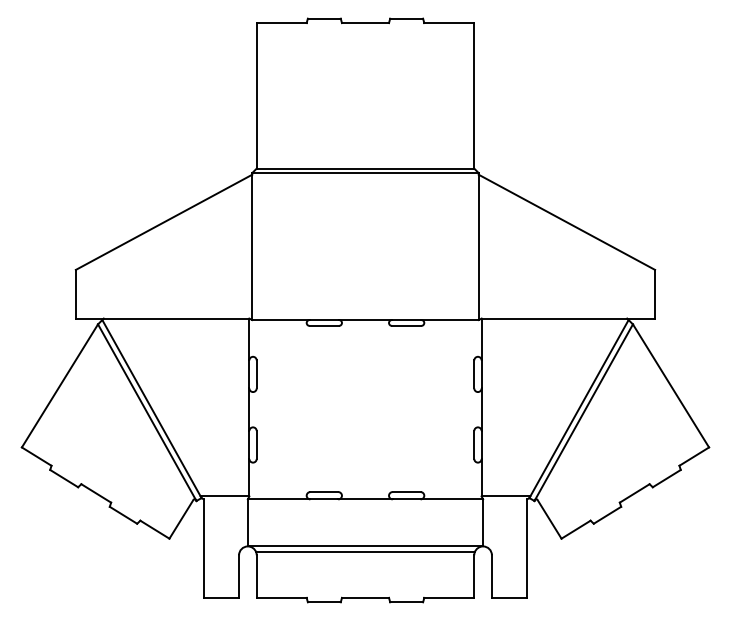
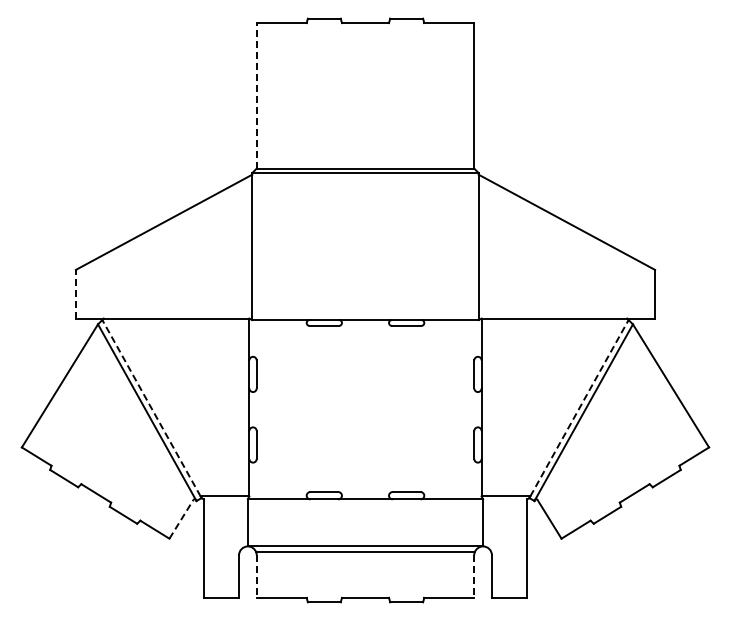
line at (256, 95): solid -> dashed
line at (75, 293): solid -> dashed
line at (151, 408): solid -> dashed
line at (579, 408): solid -> dashed
line at (181, 519): solid -> dashed
line at (256, 577): solid -> dashed
line at (474, 577): solid -> dashed
